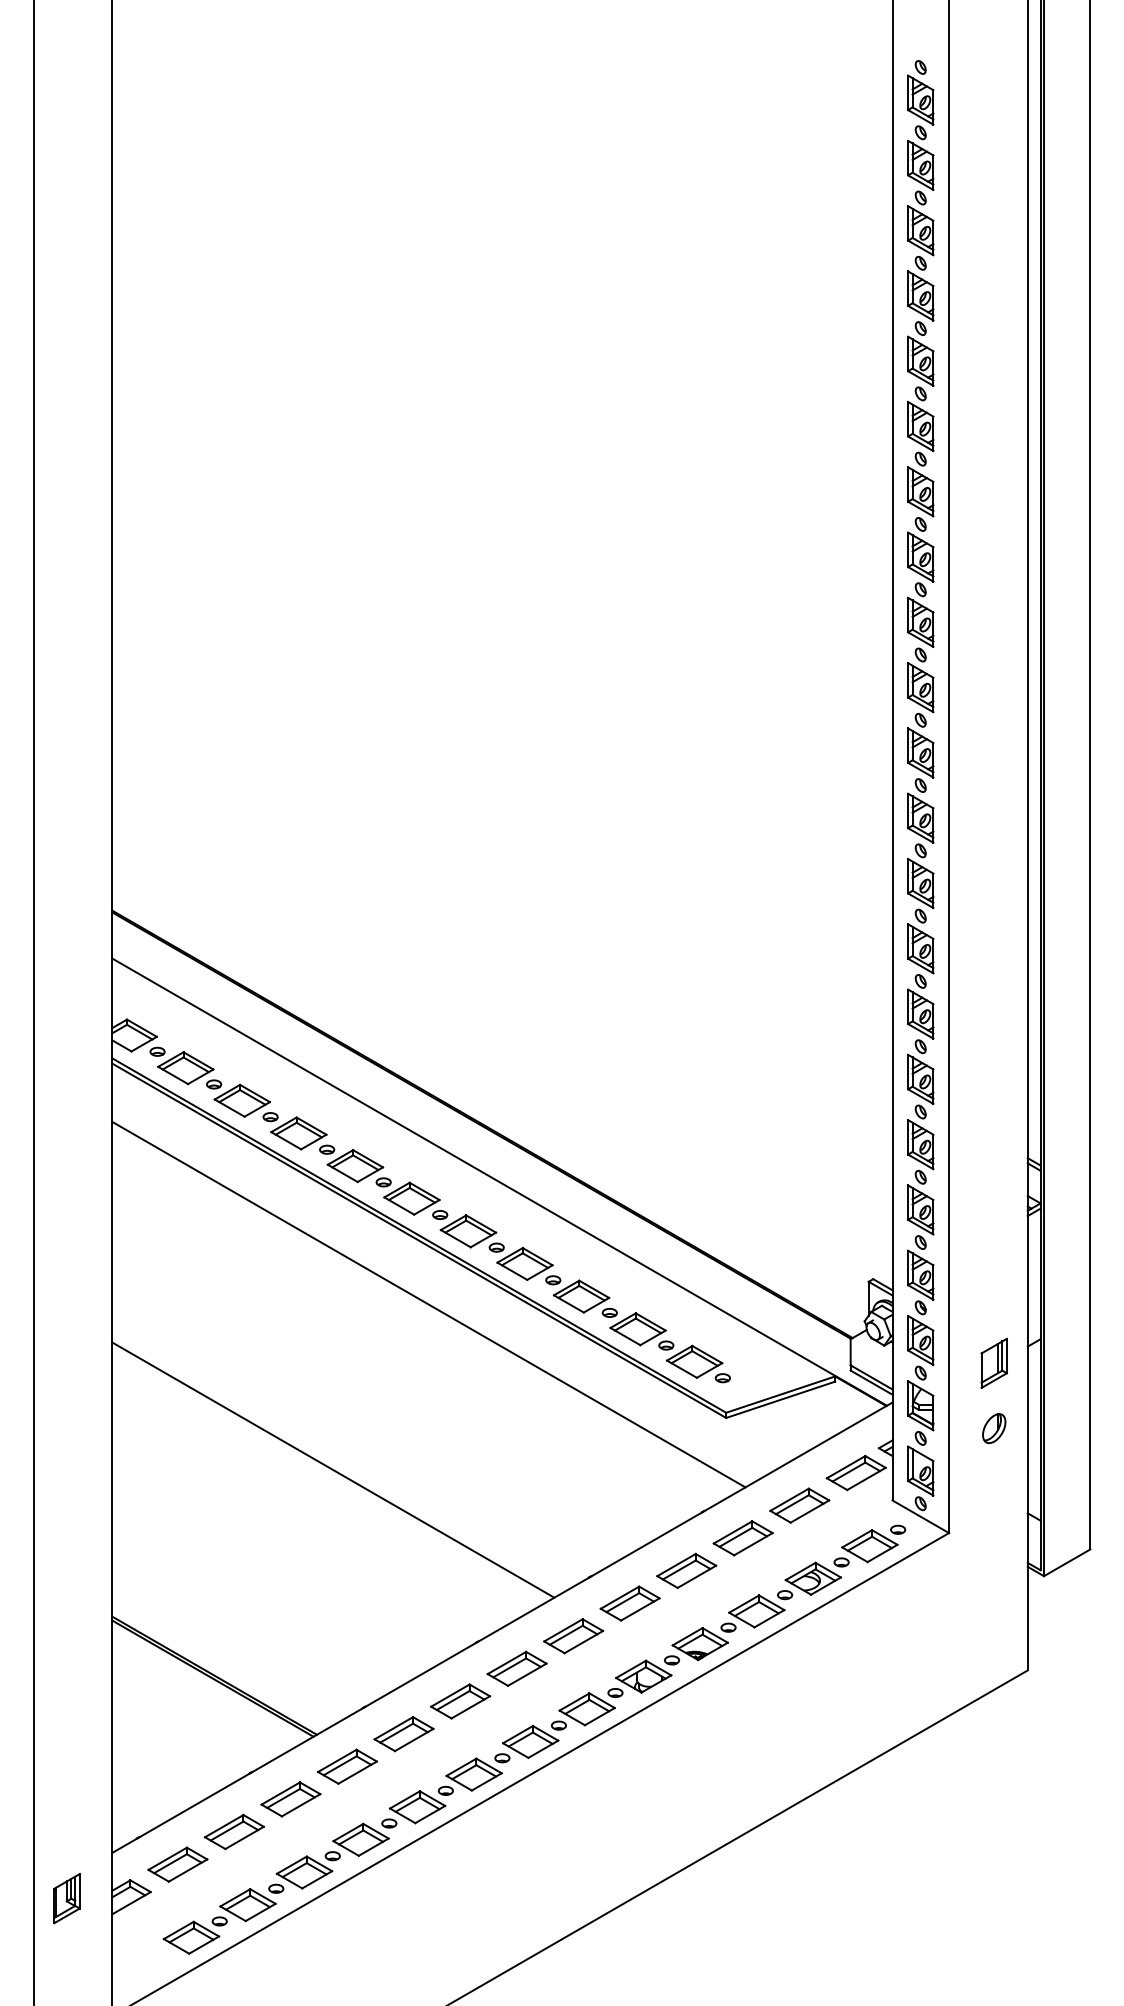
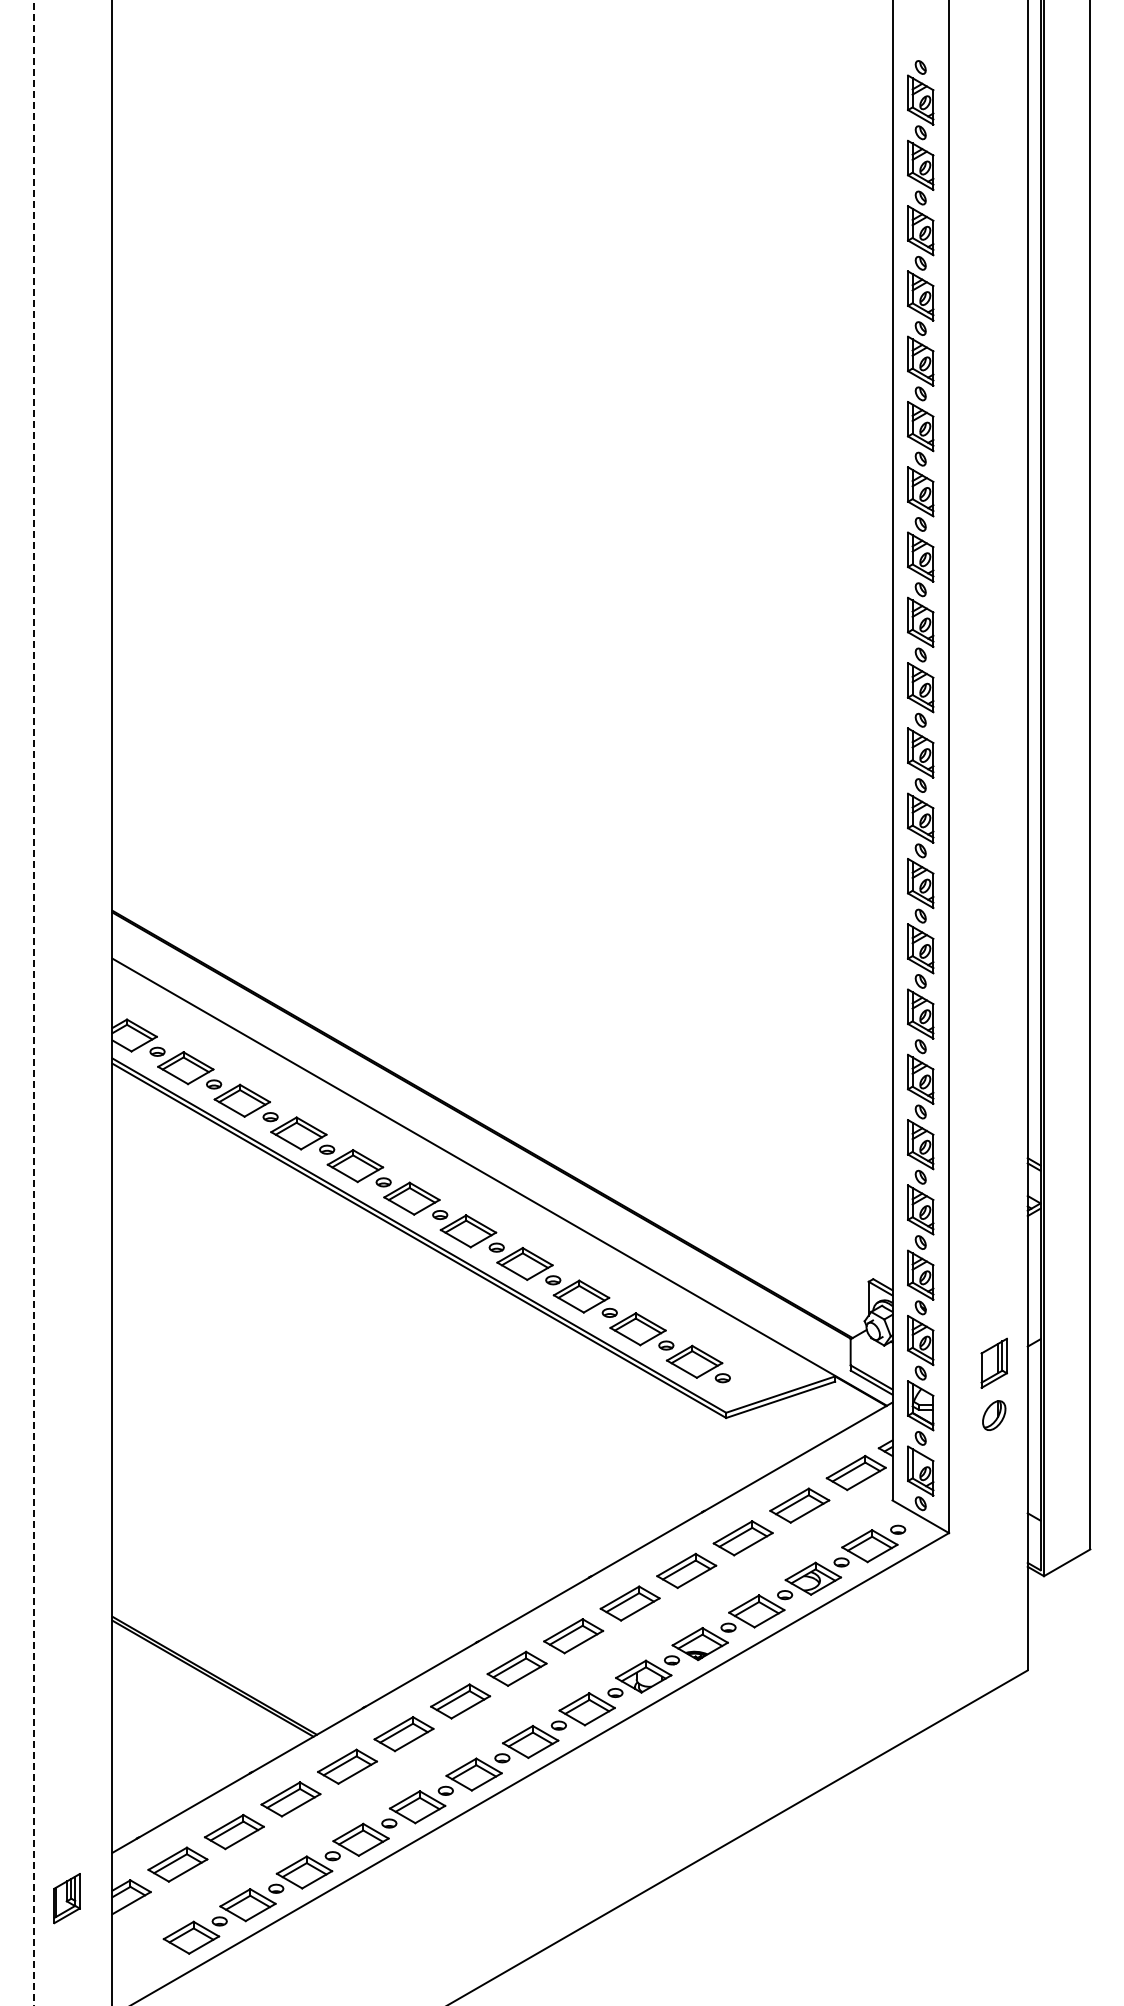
line at (33, 1003): solid -> dashed
line at (428, 1304): present -> none
part at (994, 1428) position: (994, 1428) -> (994, 1415)
line at (333, 1469): present -> none
